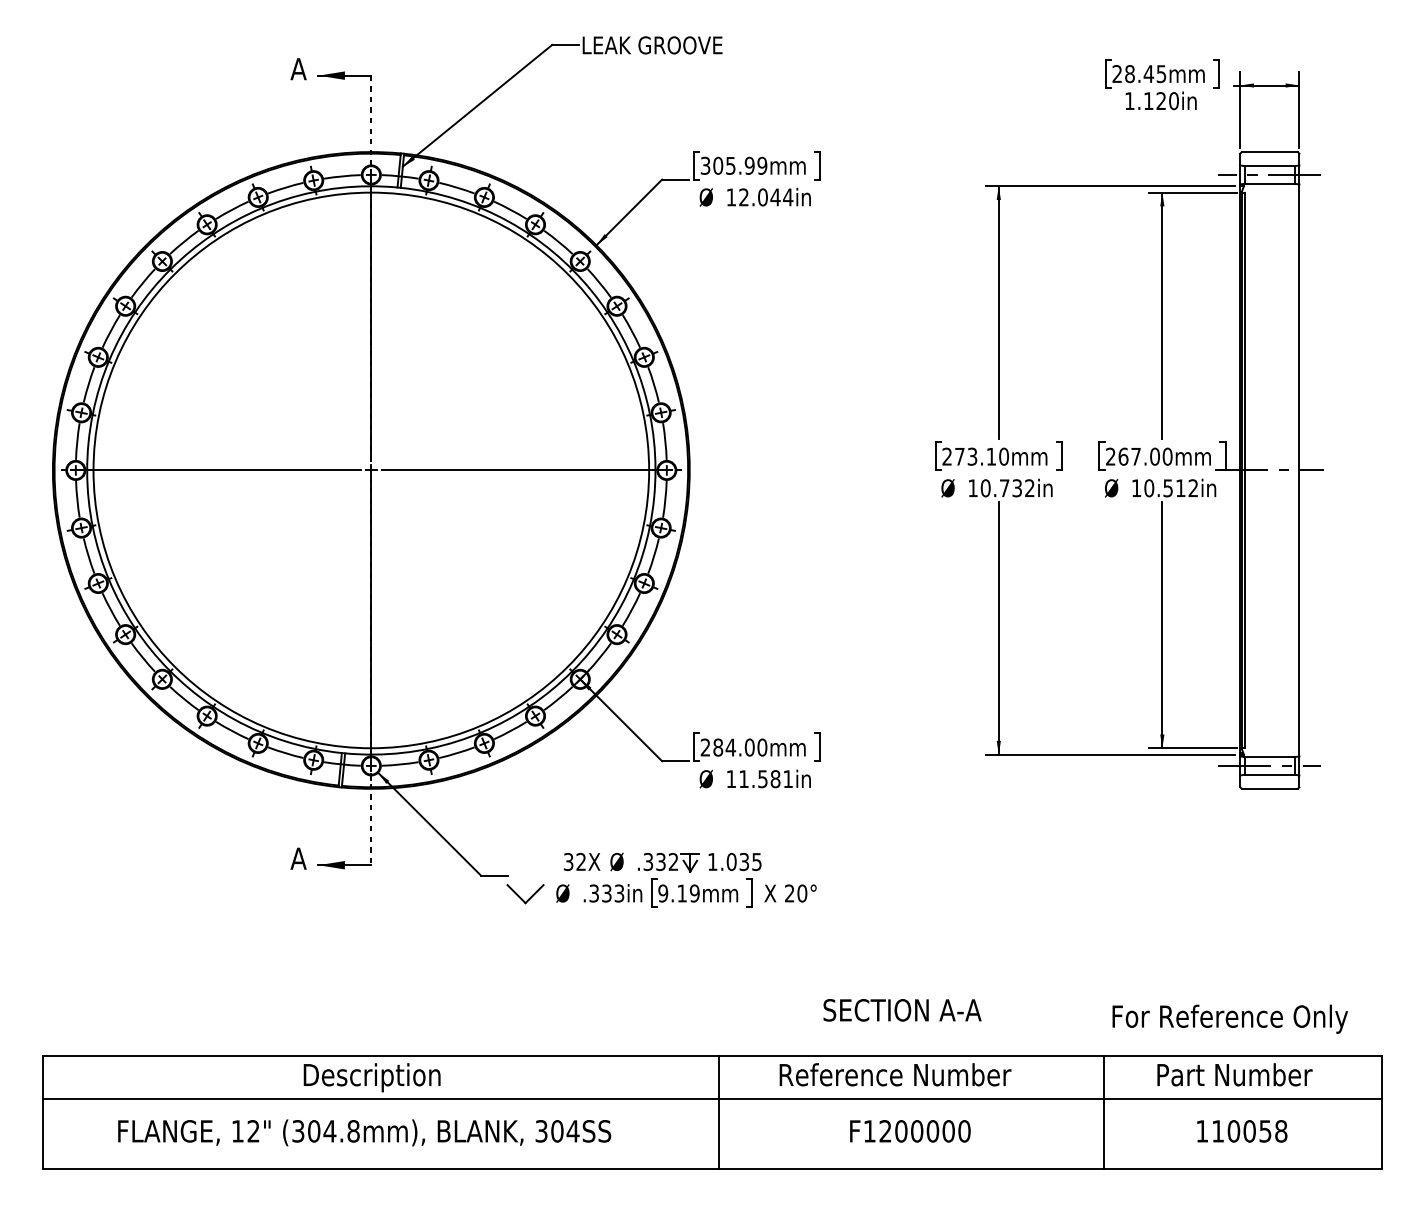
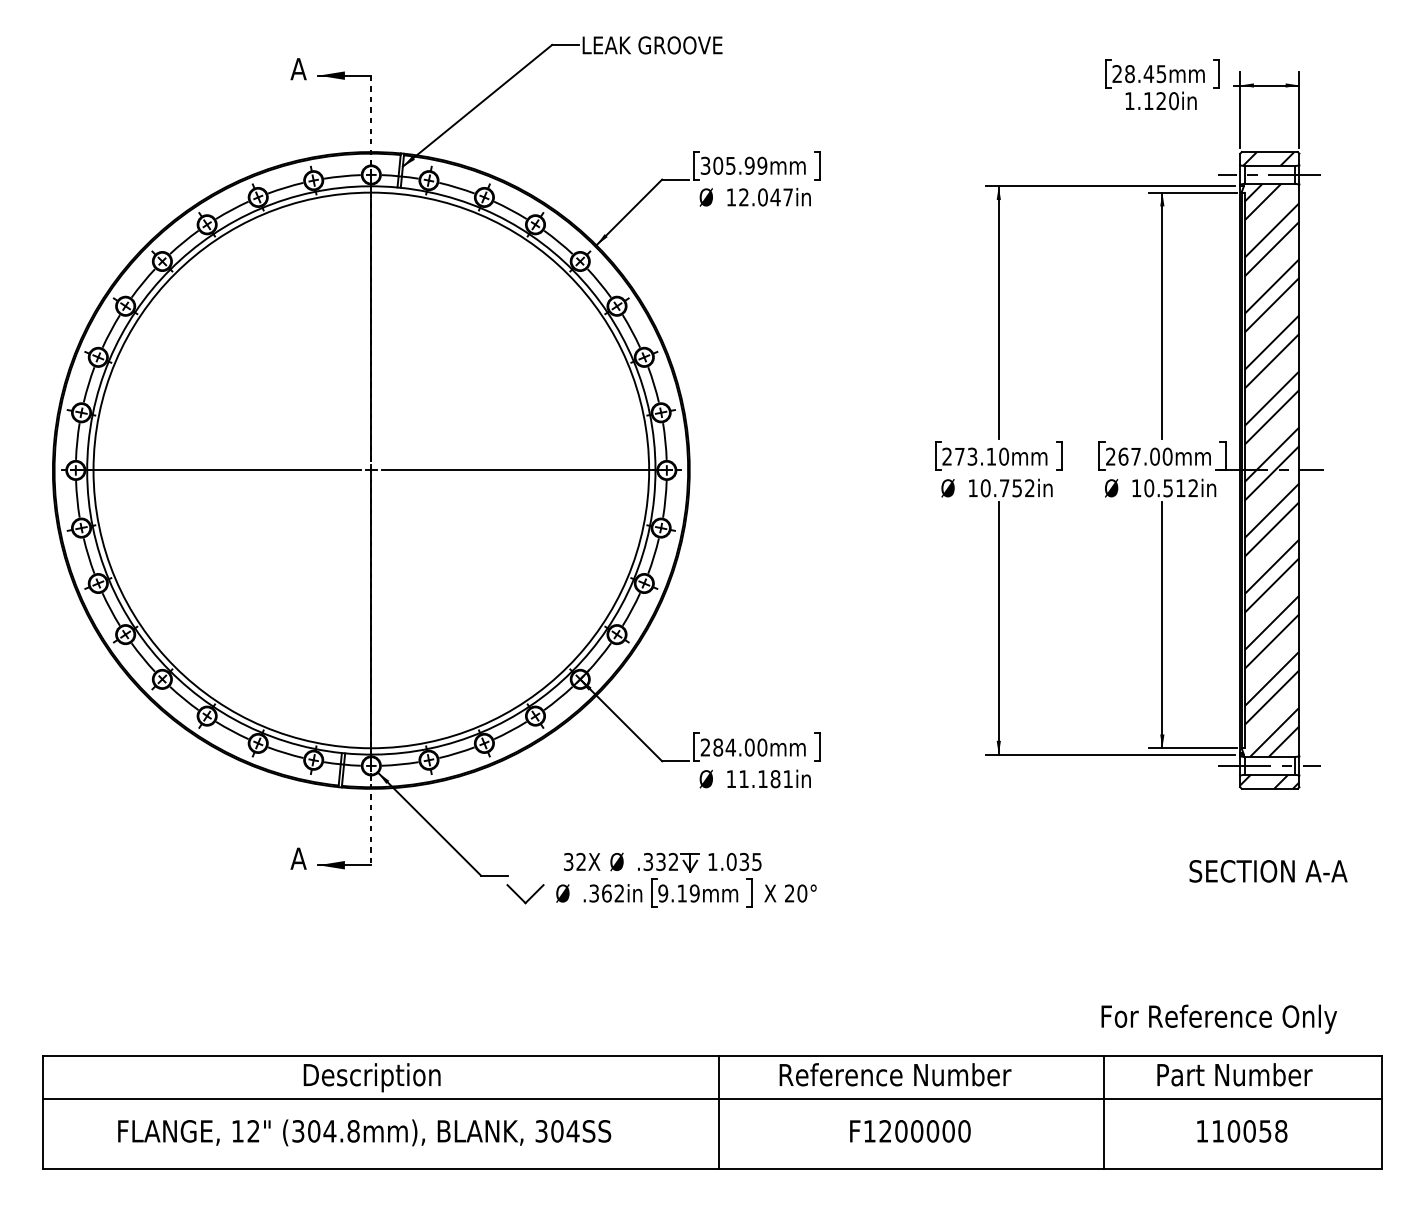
hatch at (1268, 159): none -> present
text at (788, 197): 12.044in -> 12.047in
hatch at (1271, 470): none -> present
text at (1017, 487): 10.732in -> 10.752in
text at (762, 779): 11.581in -> 11.181in
hatch at (1269, 781): none -> present
text at (613, 893): .333in -> .362in
text at (902, 1010) position: (902, 1010) -> (1268, 871)
text at (1230, 1018) position: (1230, 1018) -> (1219, 1018)
